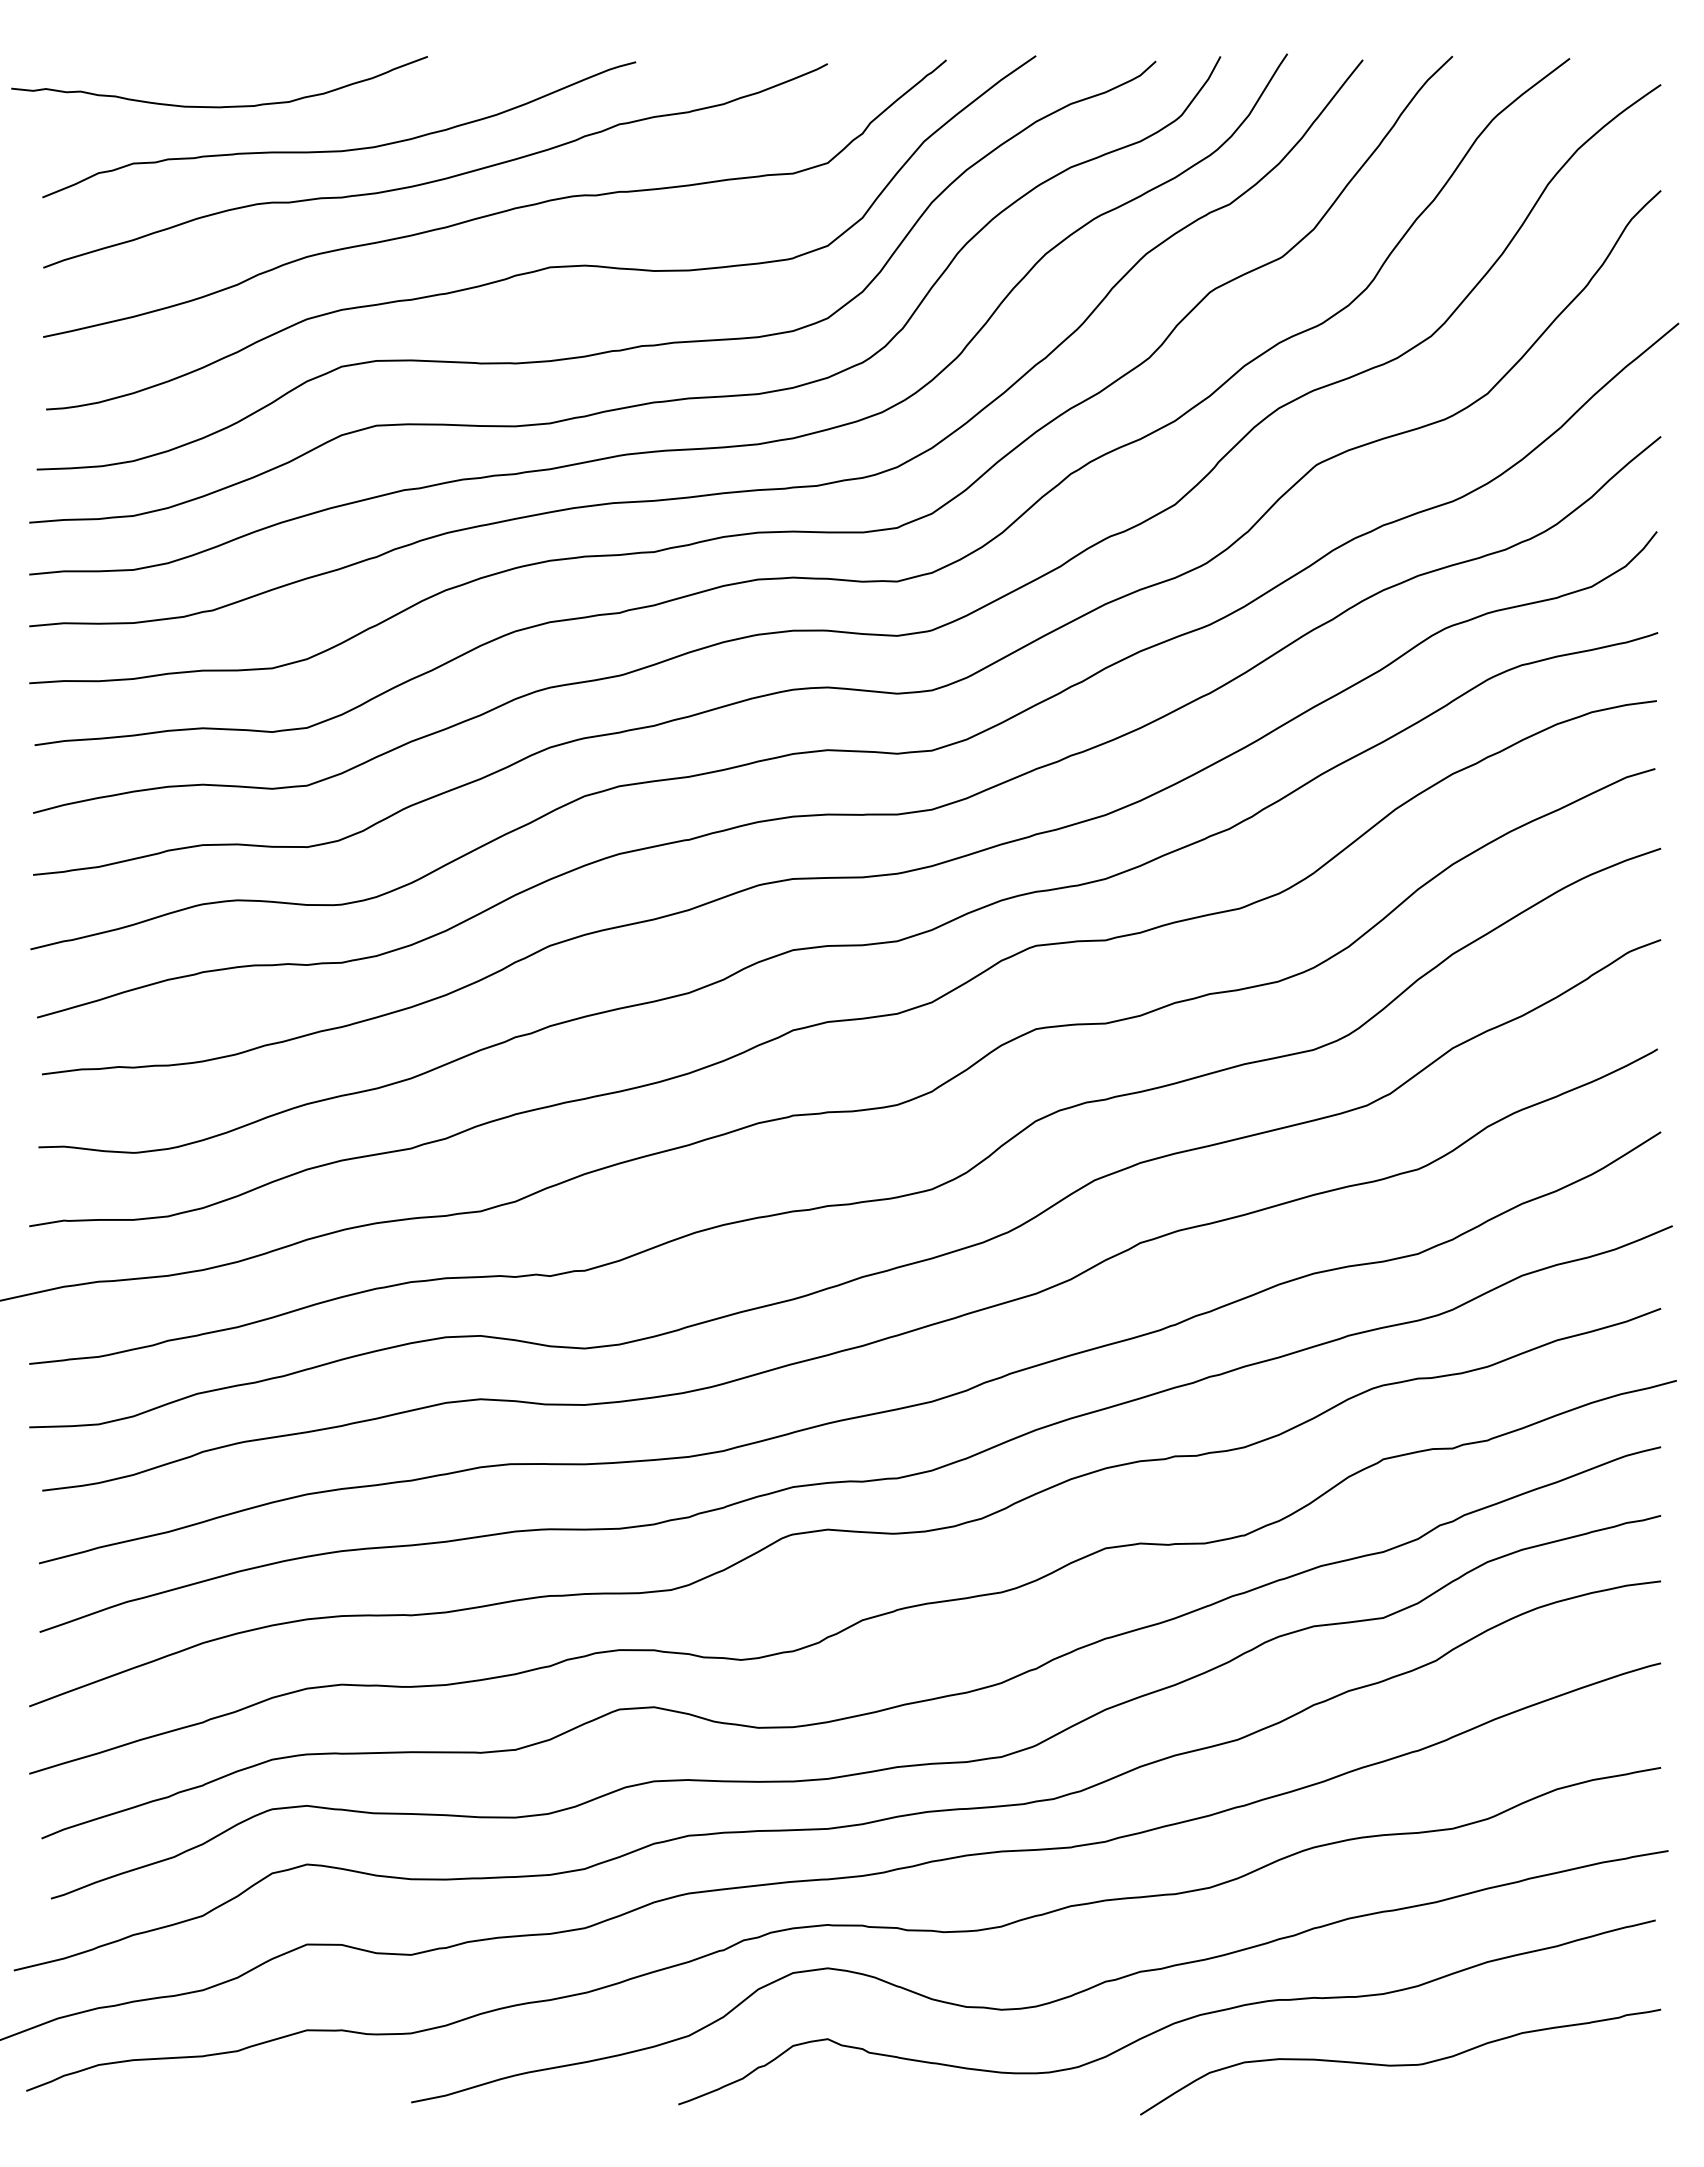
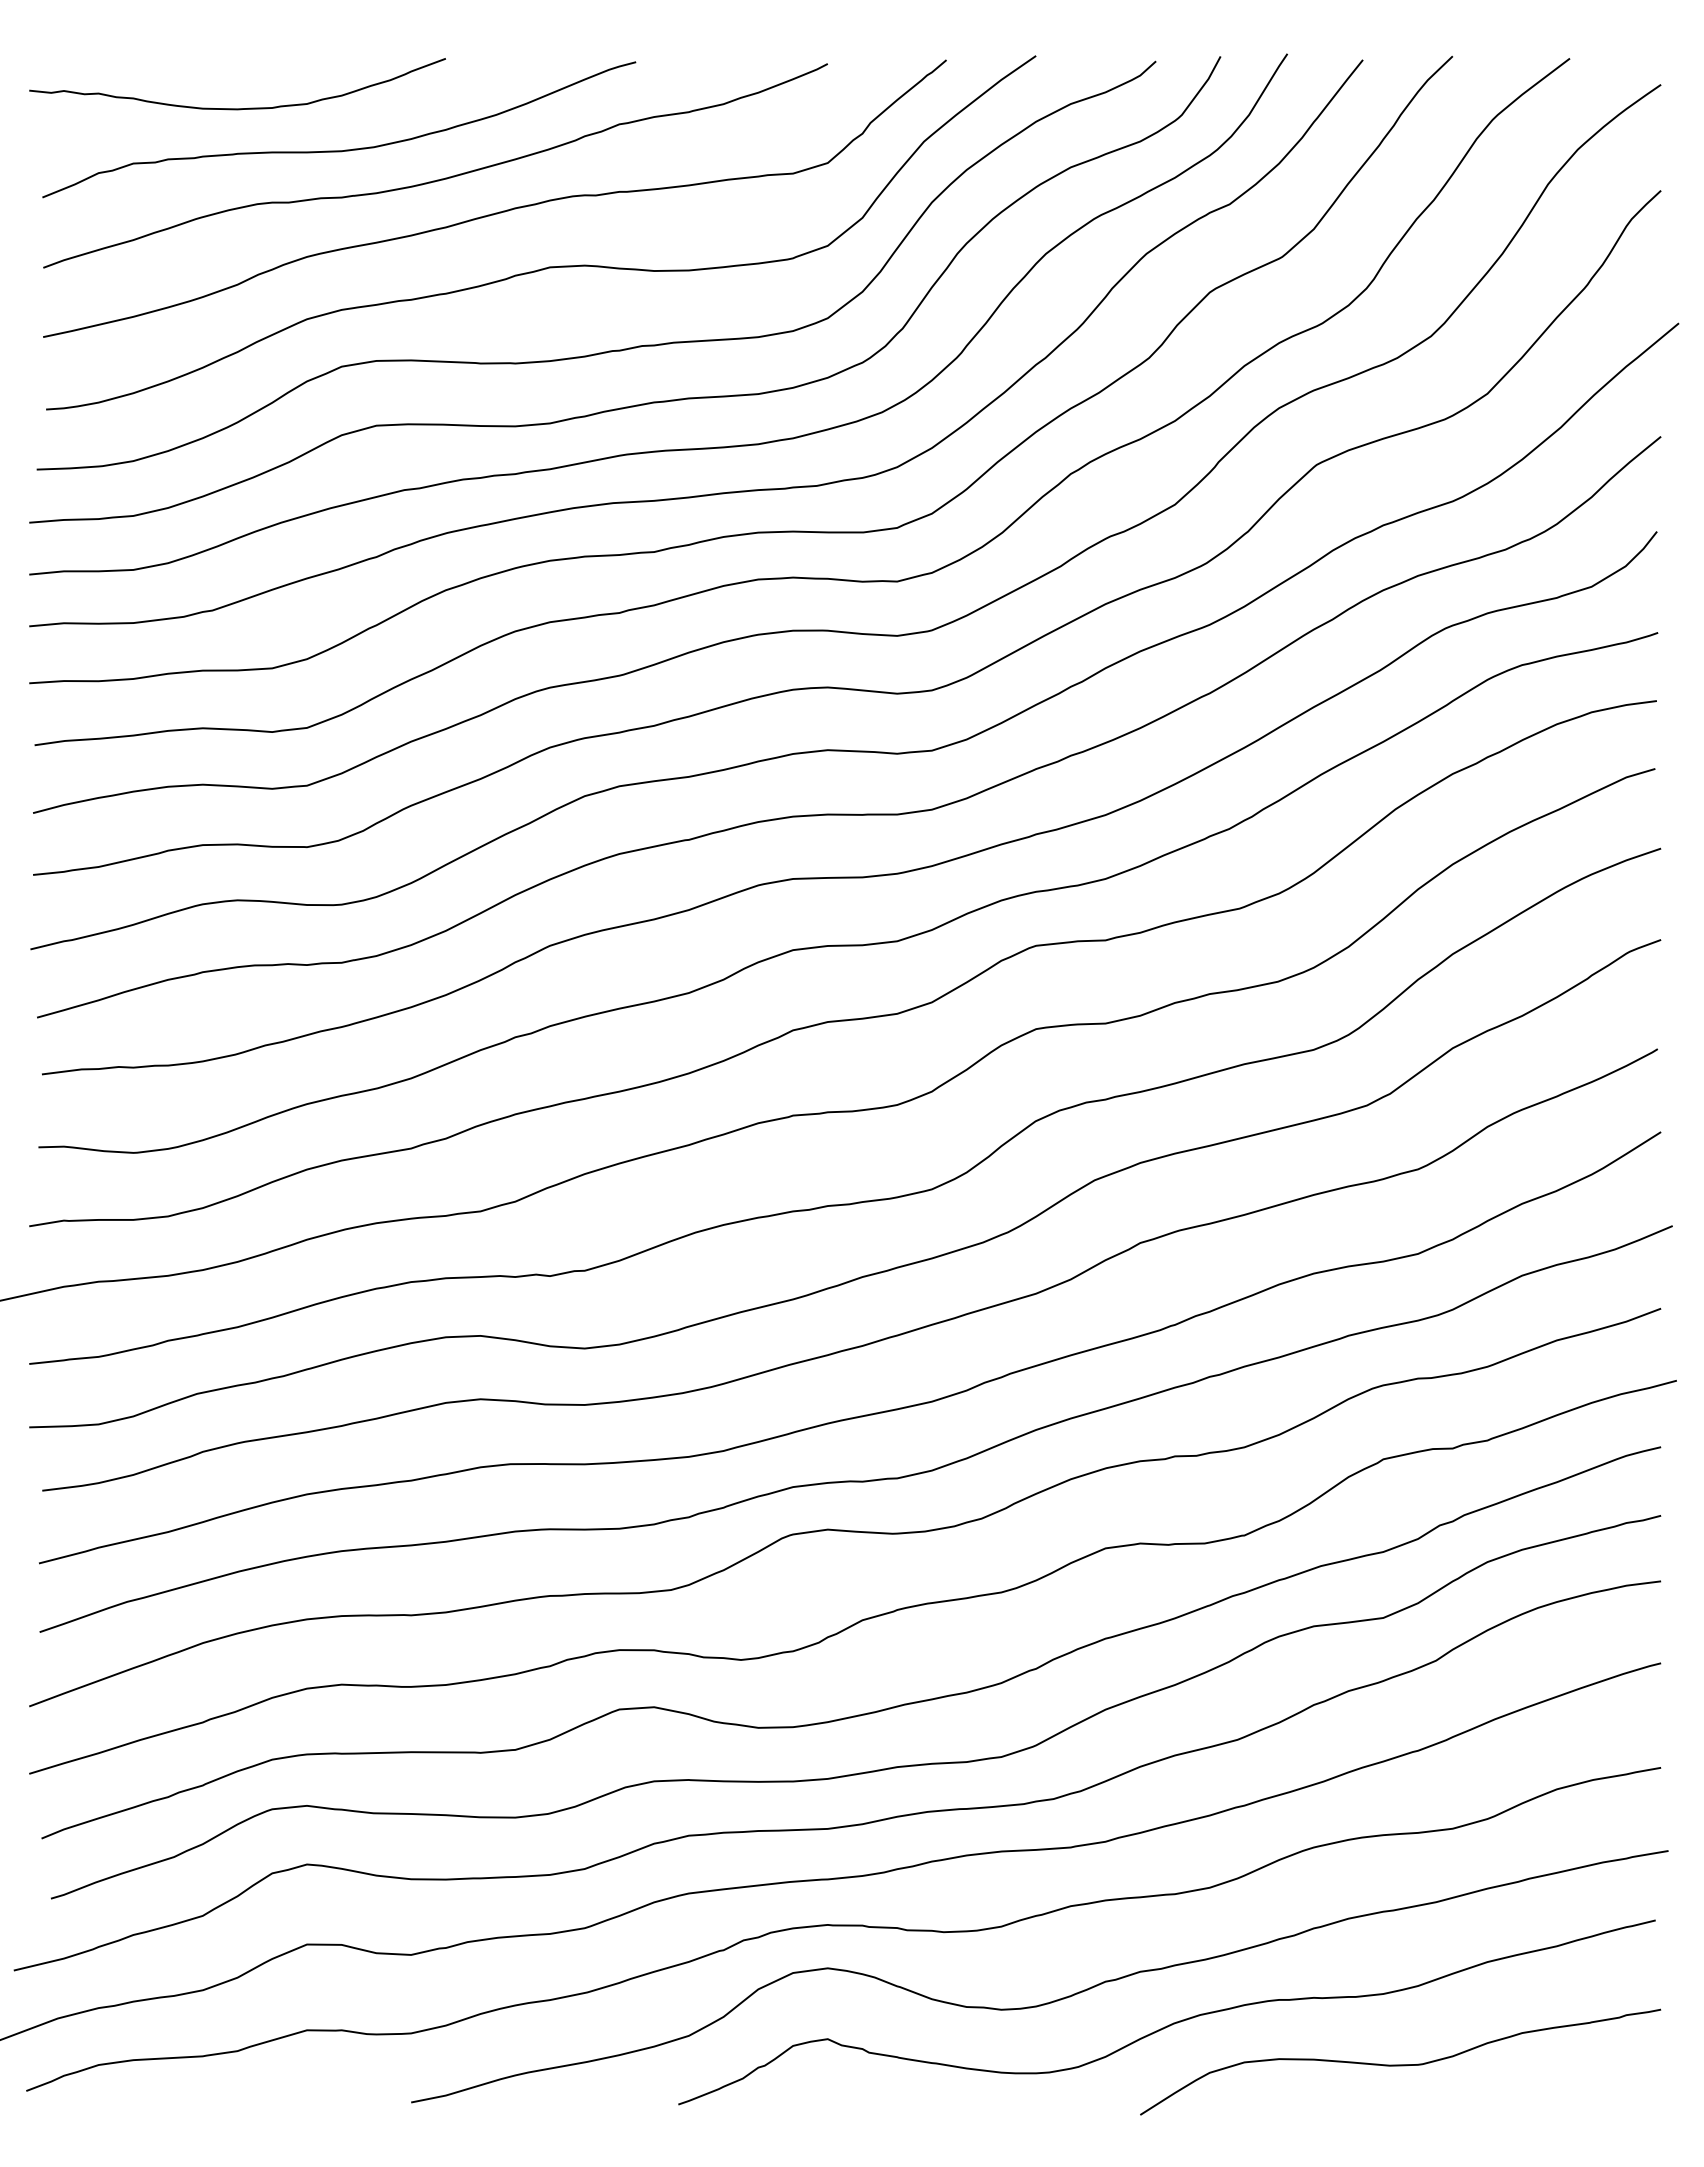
curve at (219, 106) position: (219, 106) -> (237, 108)
